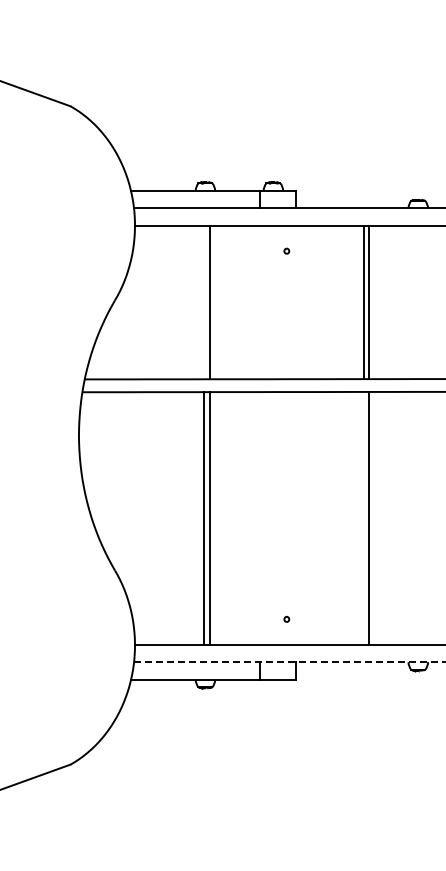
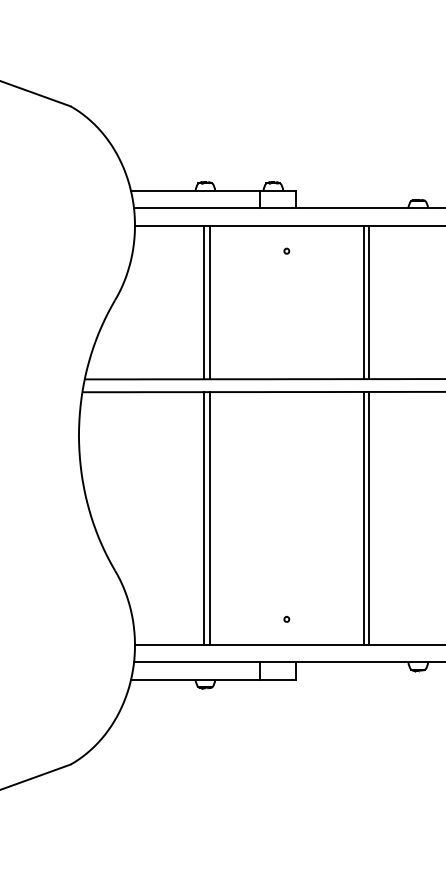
line at (204, 302): none -> present
line at (363, 517): none -> present
line at (289, 662): dashed -> solid
